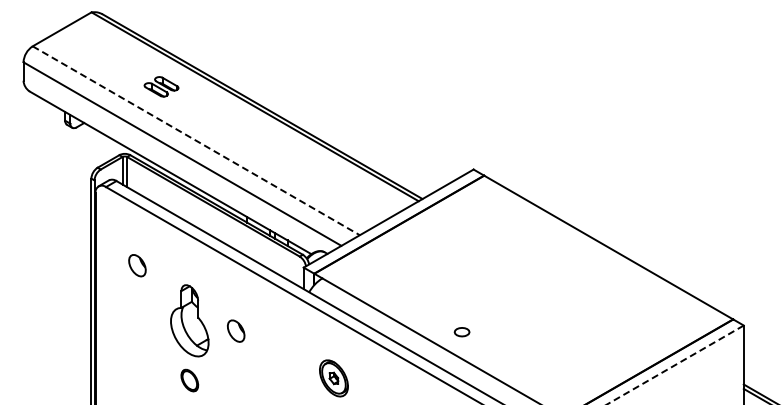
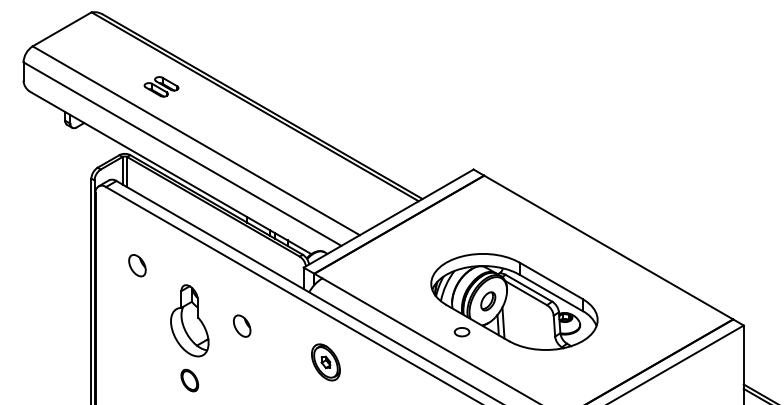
line at (196, 140): dashed -> solid
part at (514, 301): none -> present
part at (236, 330) position: (236, 330) -> (242, 325)
line at (674, 365): dashed -> solid
part at (333, 378) position: (333, 378) -> (325, 362)
